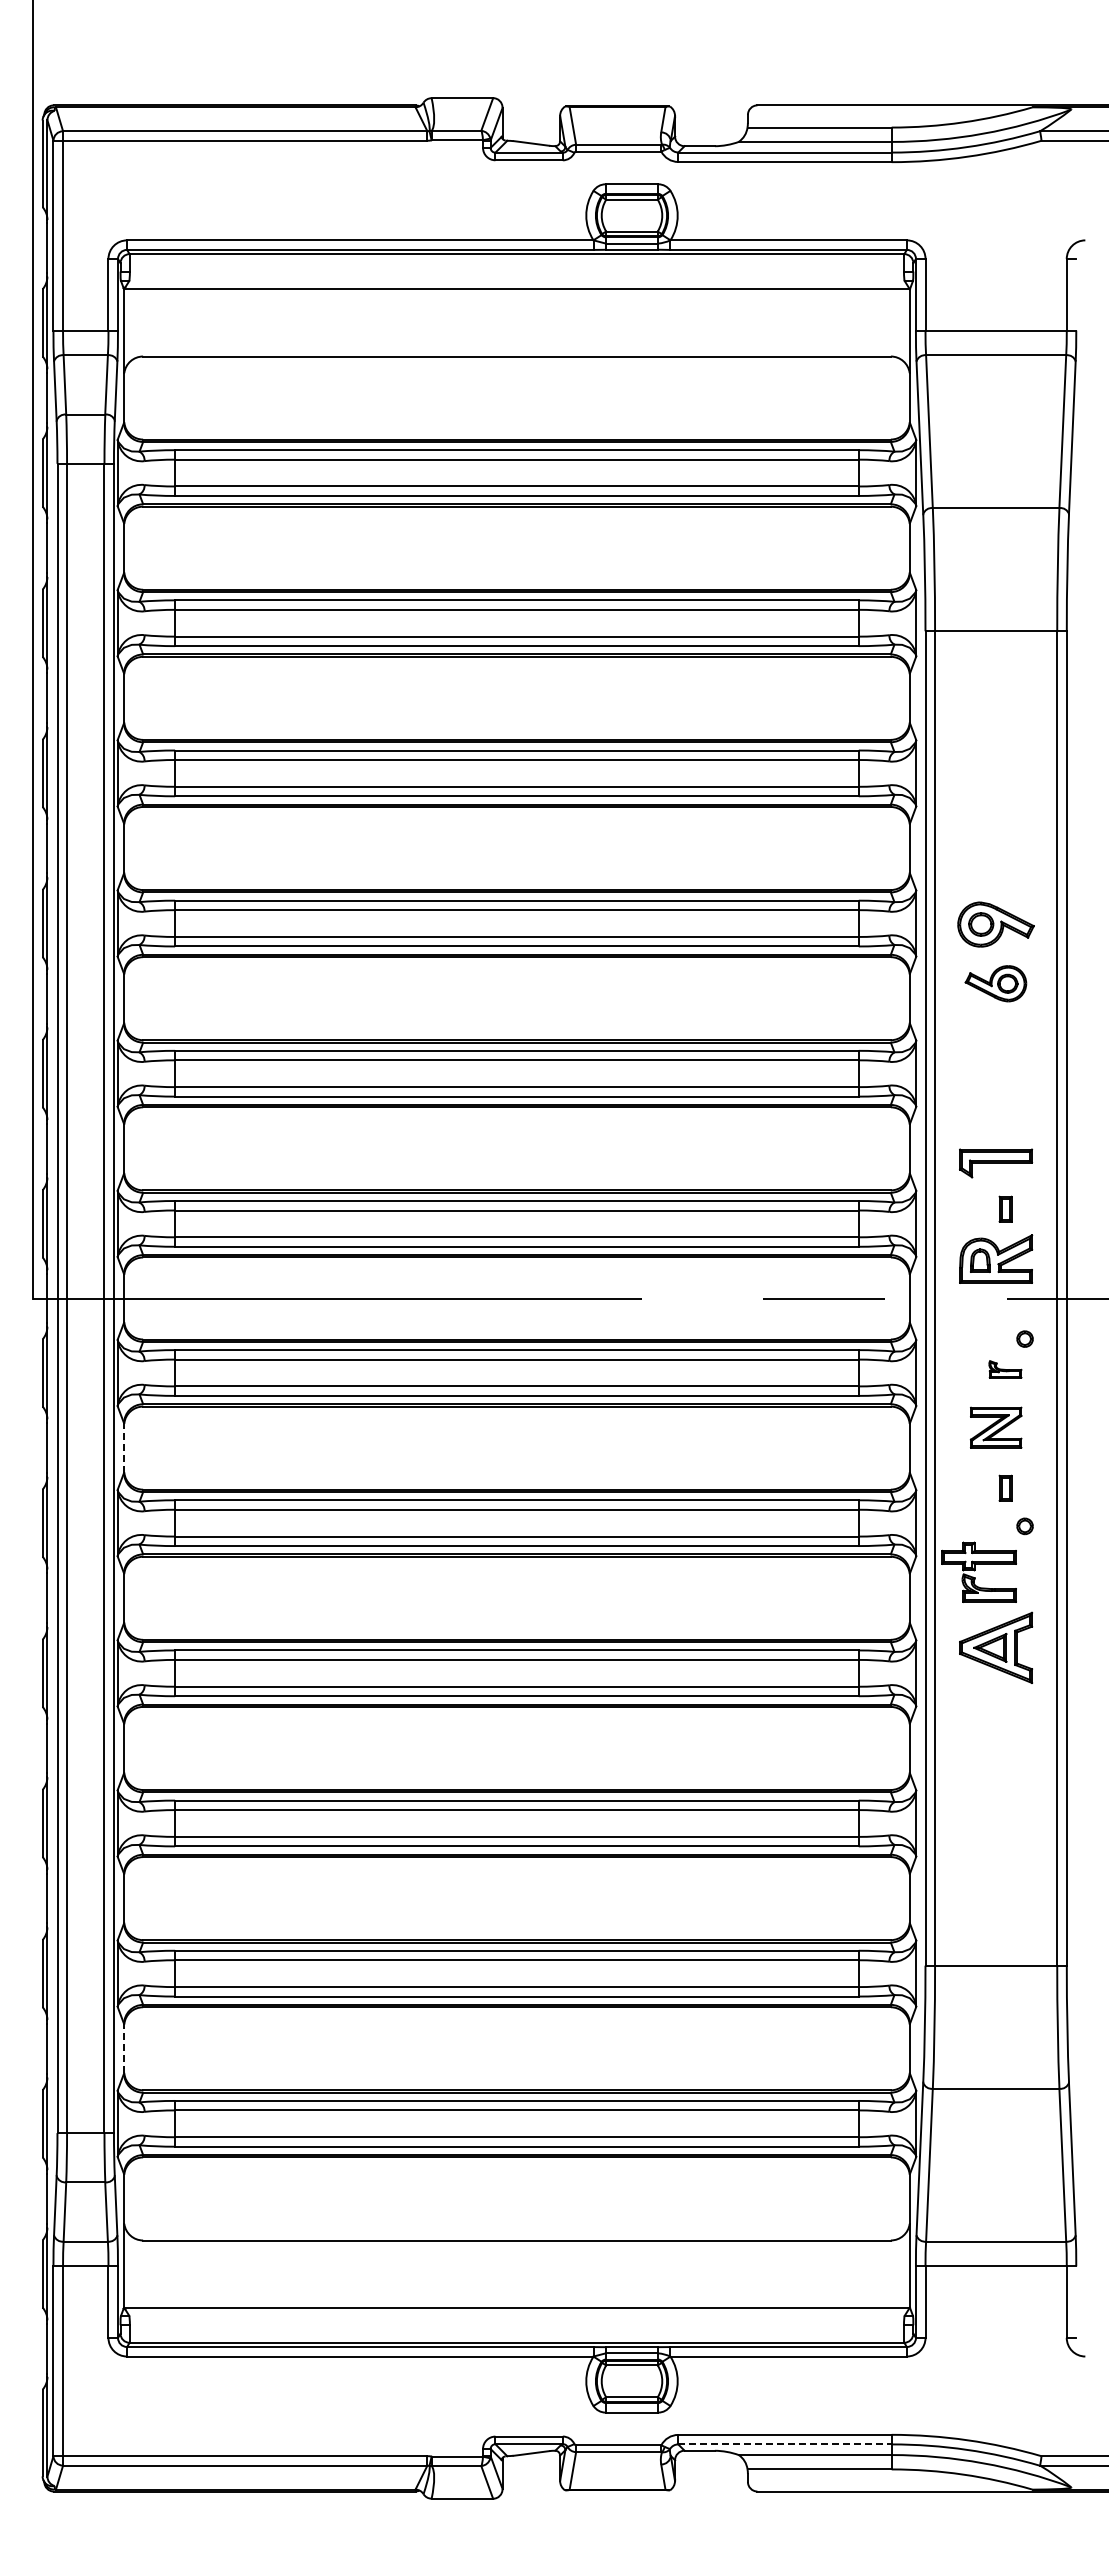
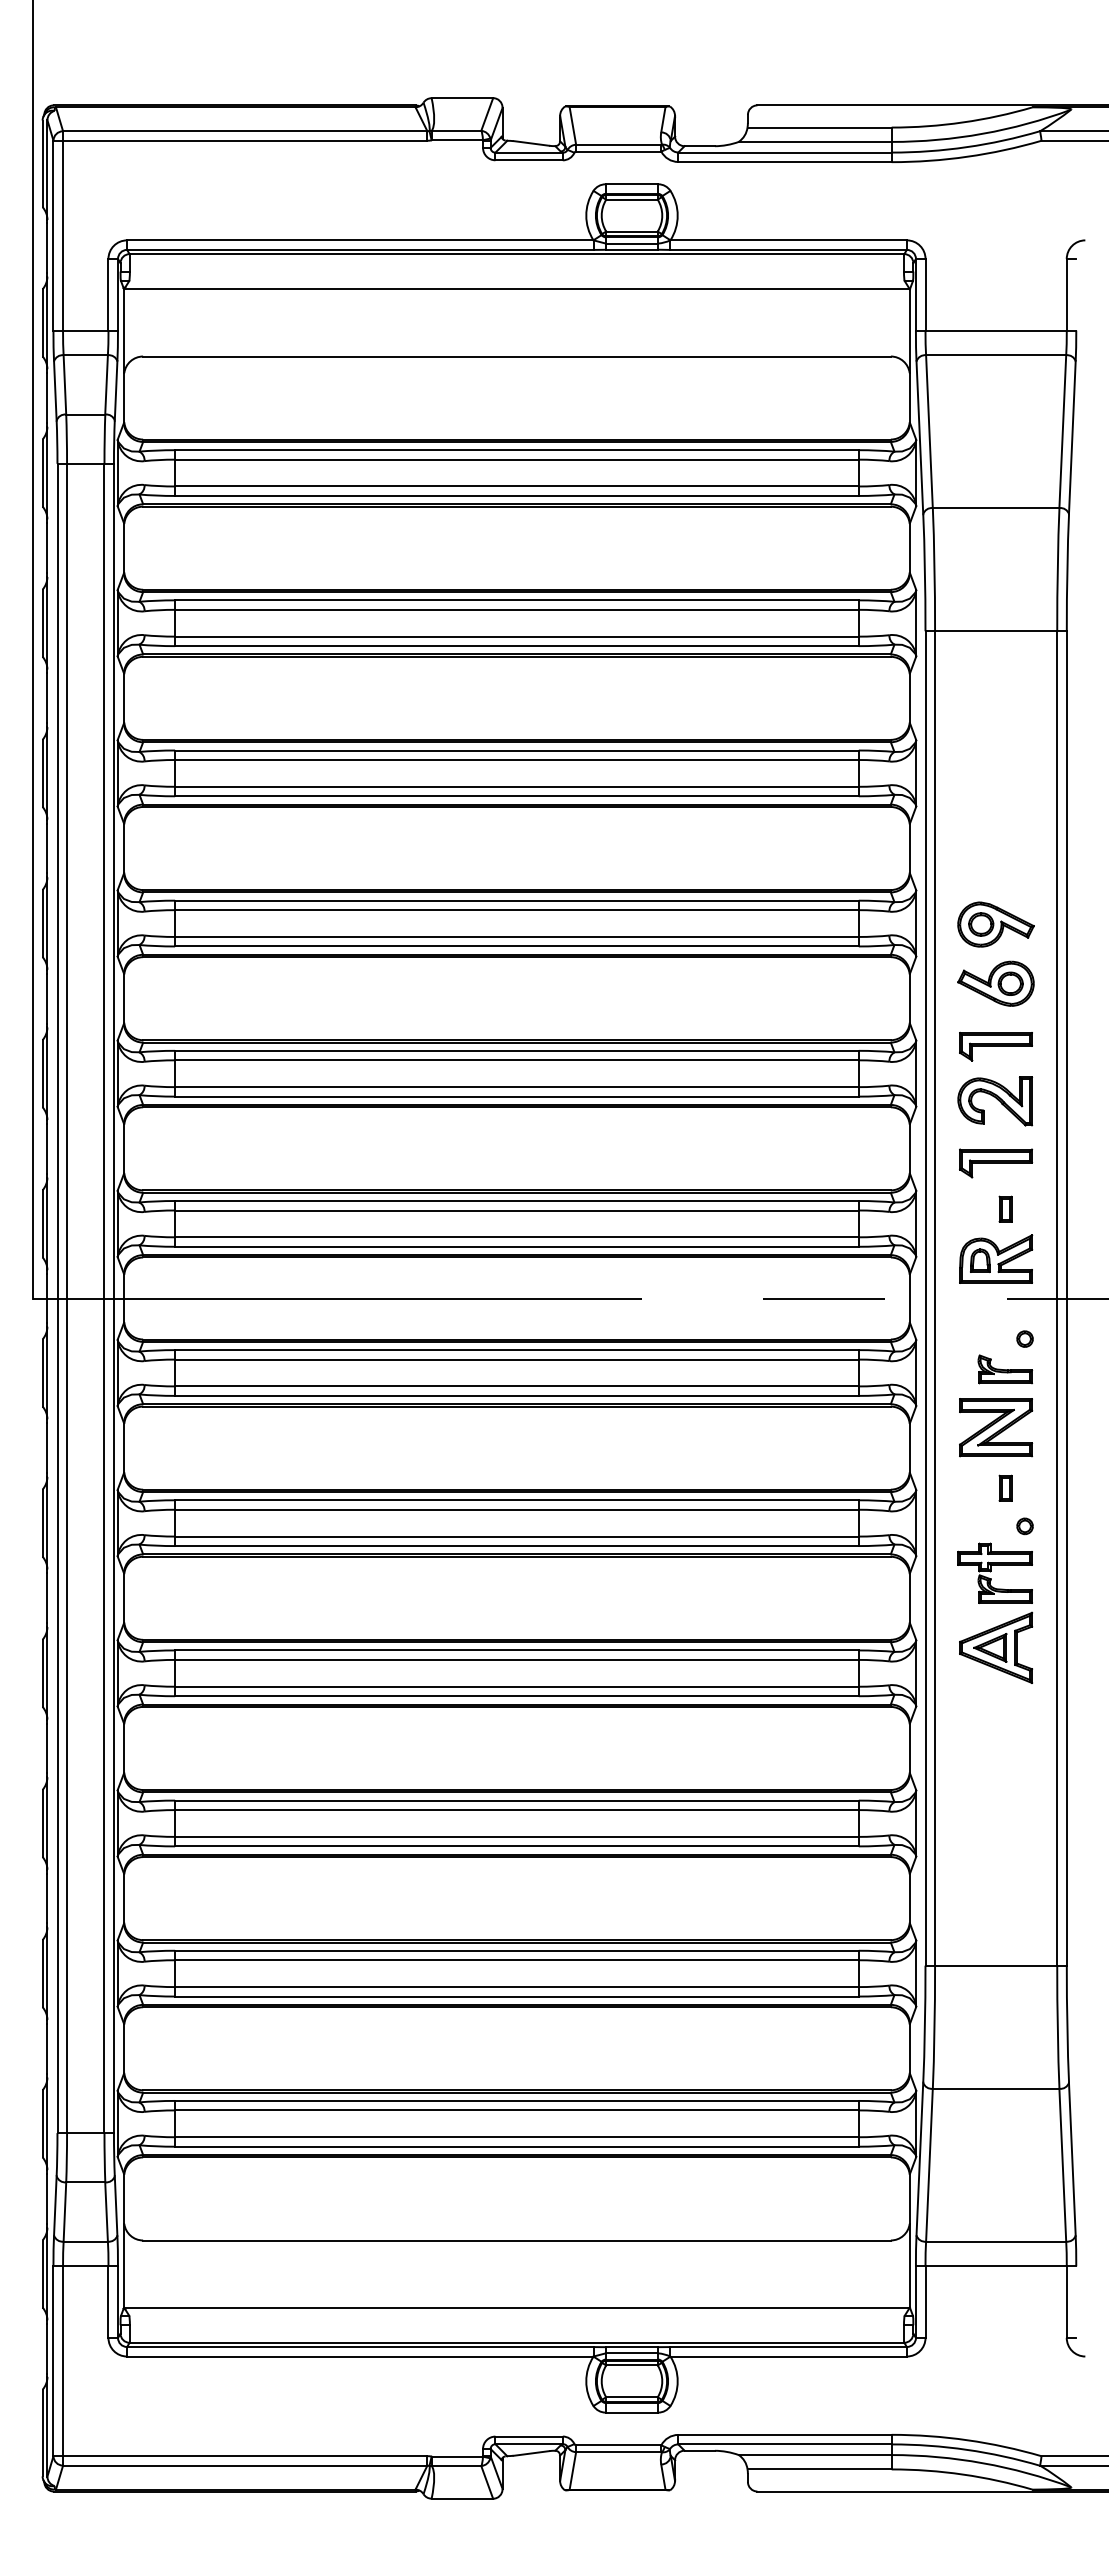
part at (995, 983) size: 64x38 px -> 78x47 px
part at (995, 1046): none -> present
part at (995, 1101): none -> present
part at (1005, 1369) size: 35x19 px -> 57x31 px
part at (995, 1427) size: 54x43 px -> 75x60 px
line at (124, 1448): dashed -> solid
part at (978, 1571) position: (978, 1571) -> (994, 1572)
line at (124, 2048): dashed -> solid
line at (784, 2444): dashed -> solid
